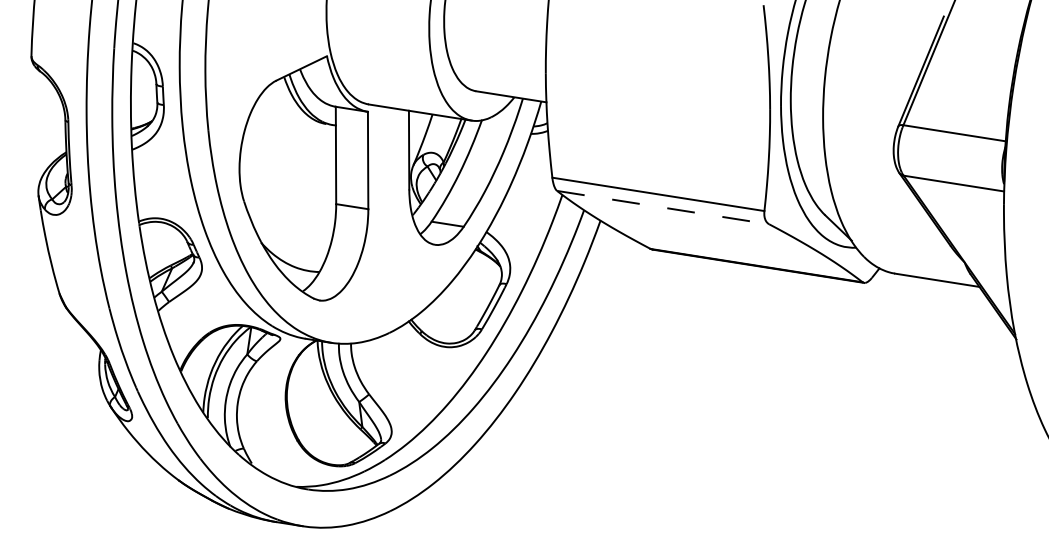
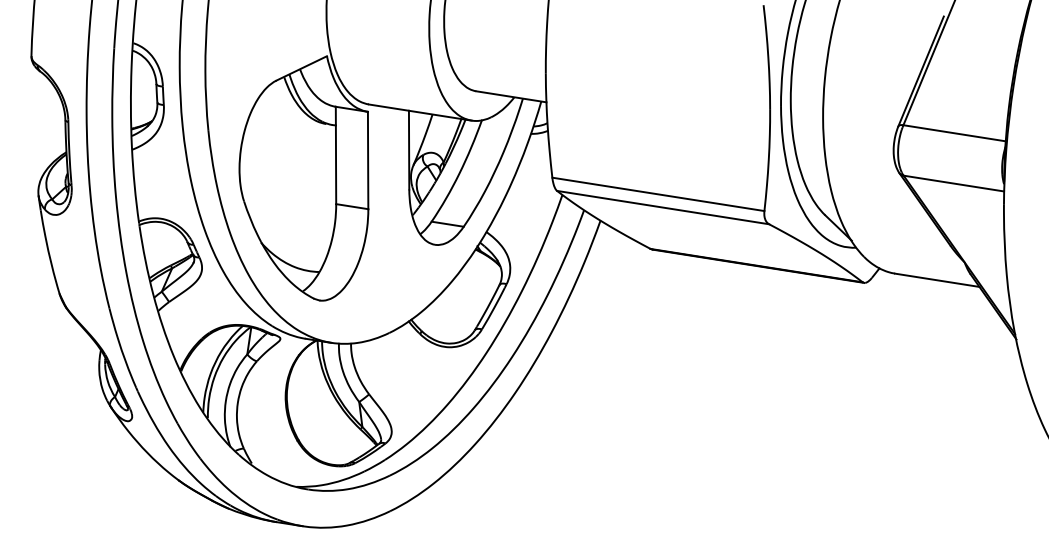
line at (663, 207): dashed -> solid
